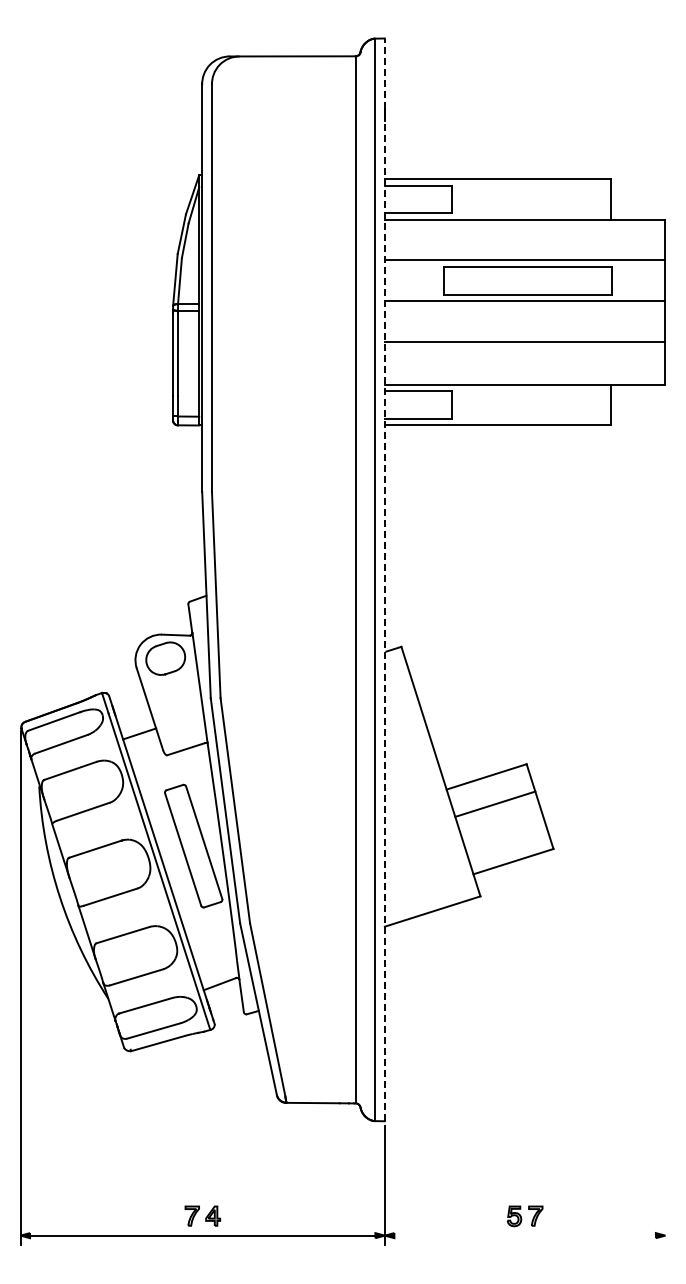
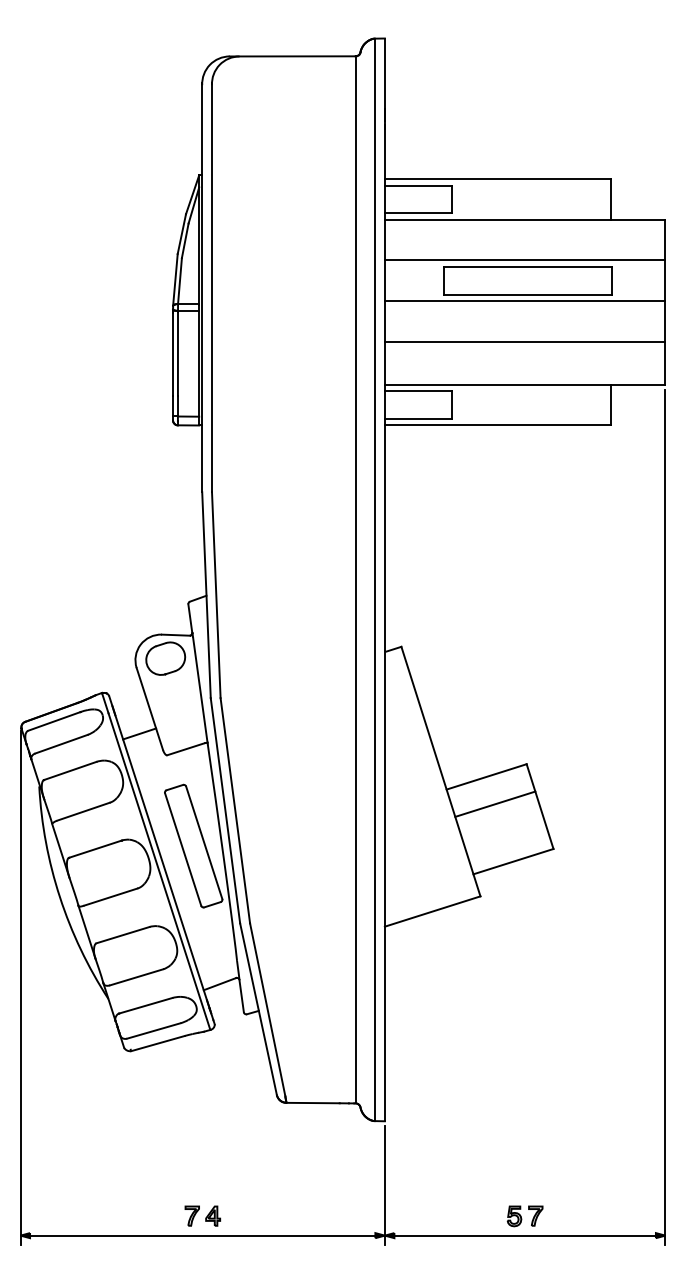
line at (384, 579): dashed -> solid
line at (665, 817): none -> present
line at (524, 1235): none -> present
